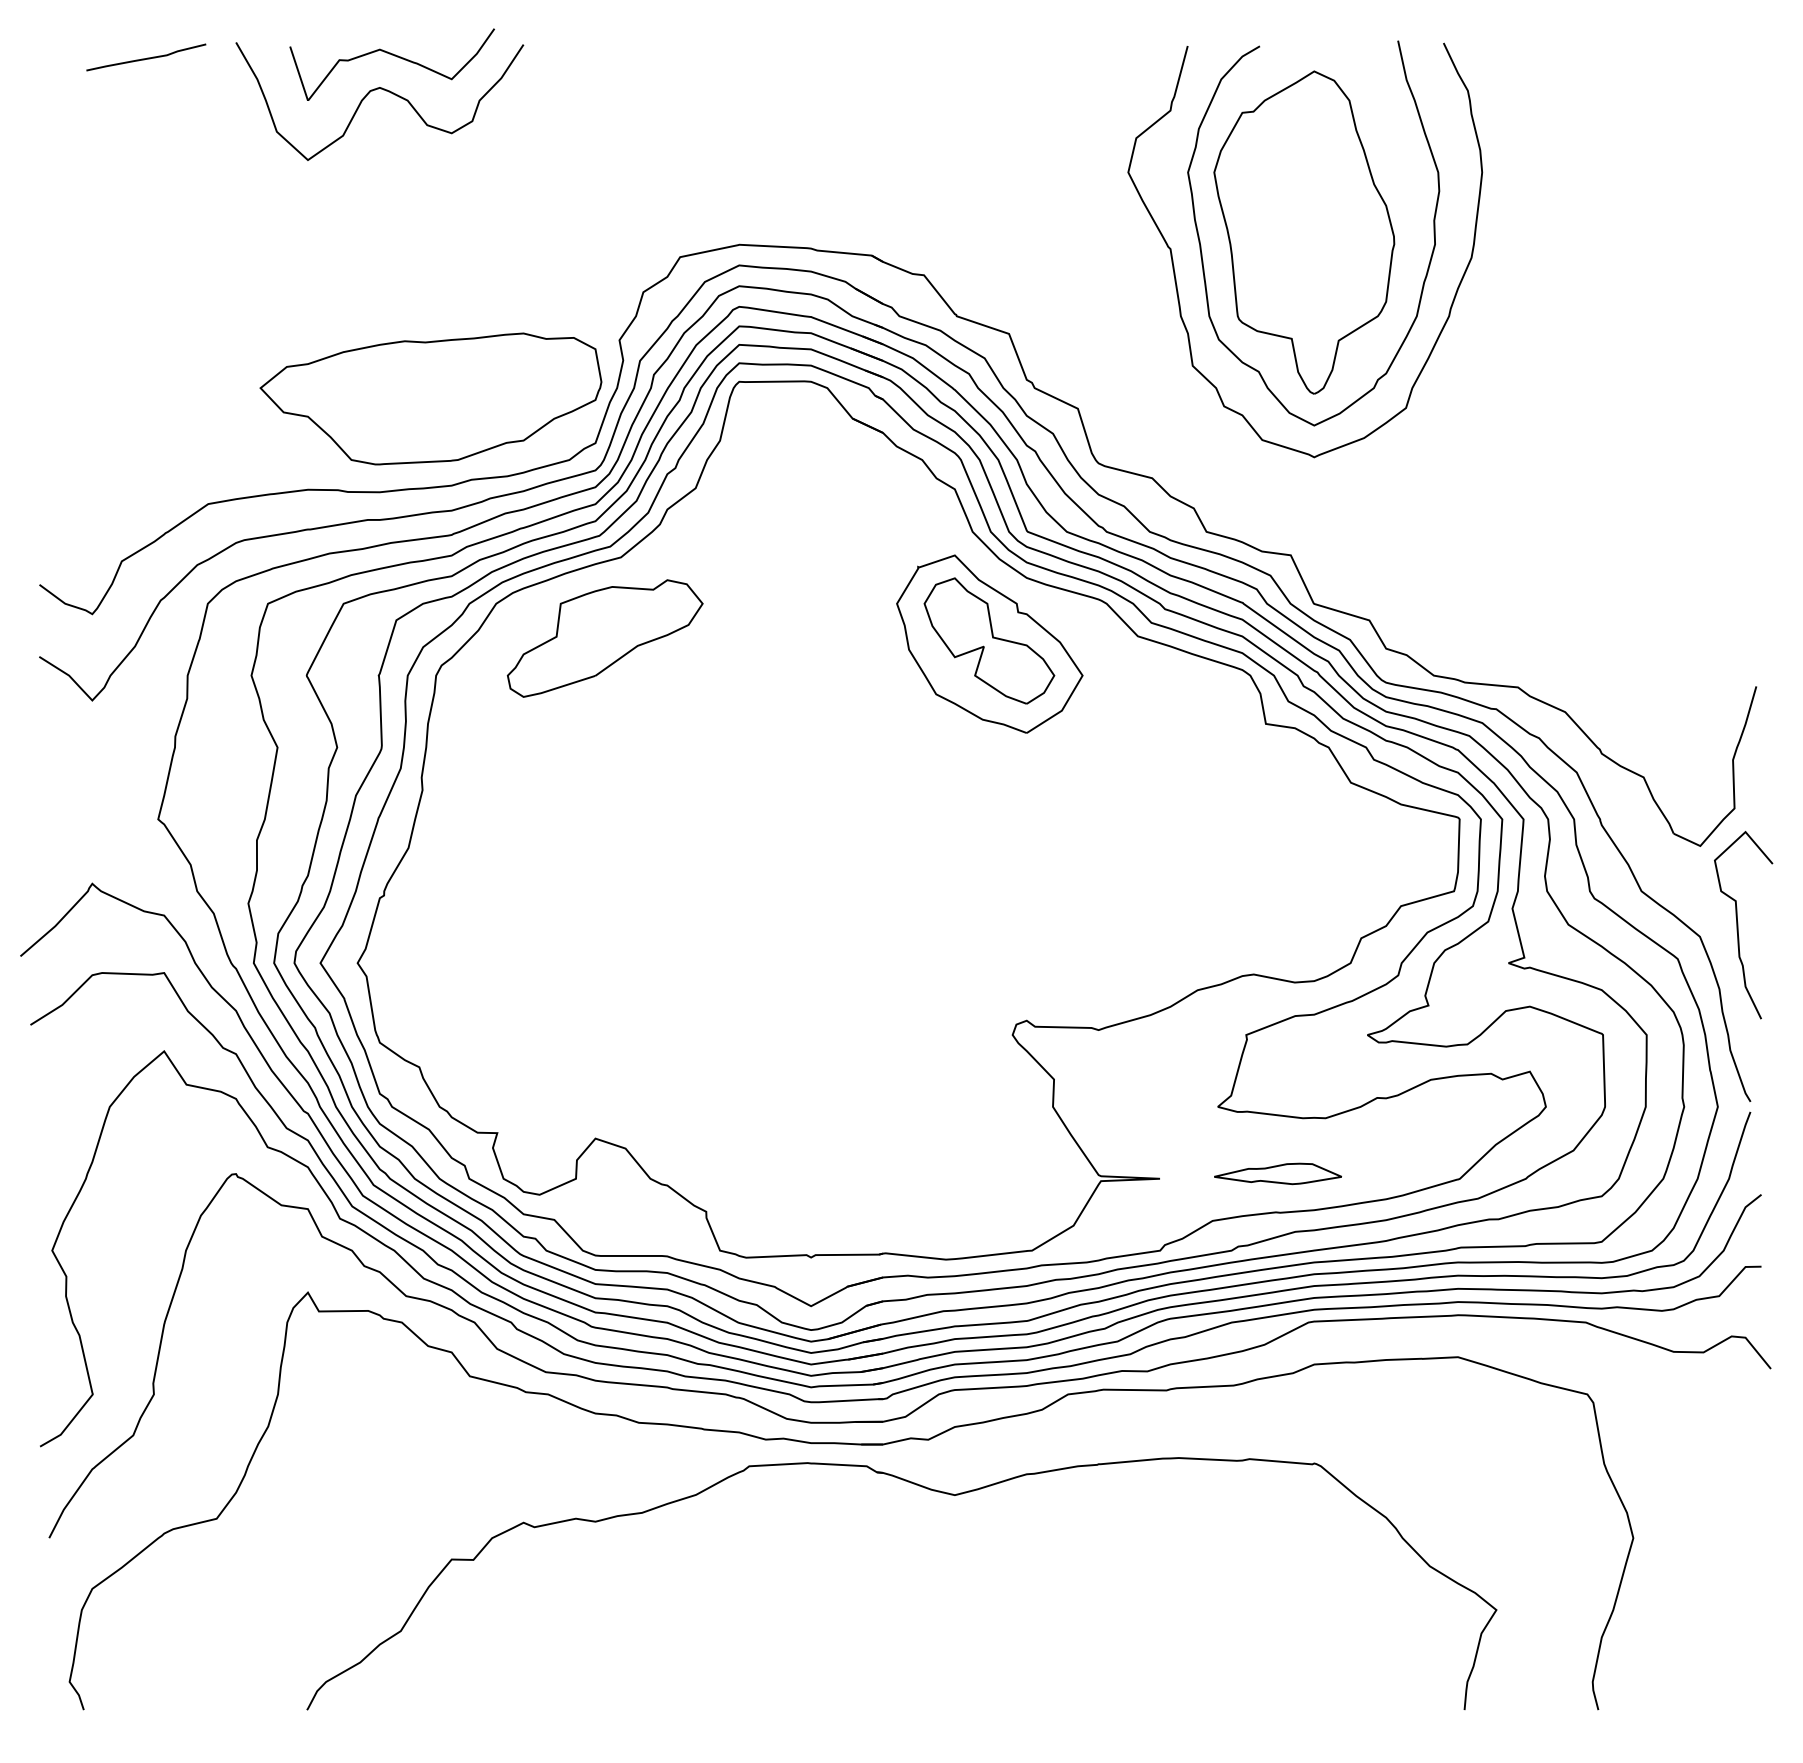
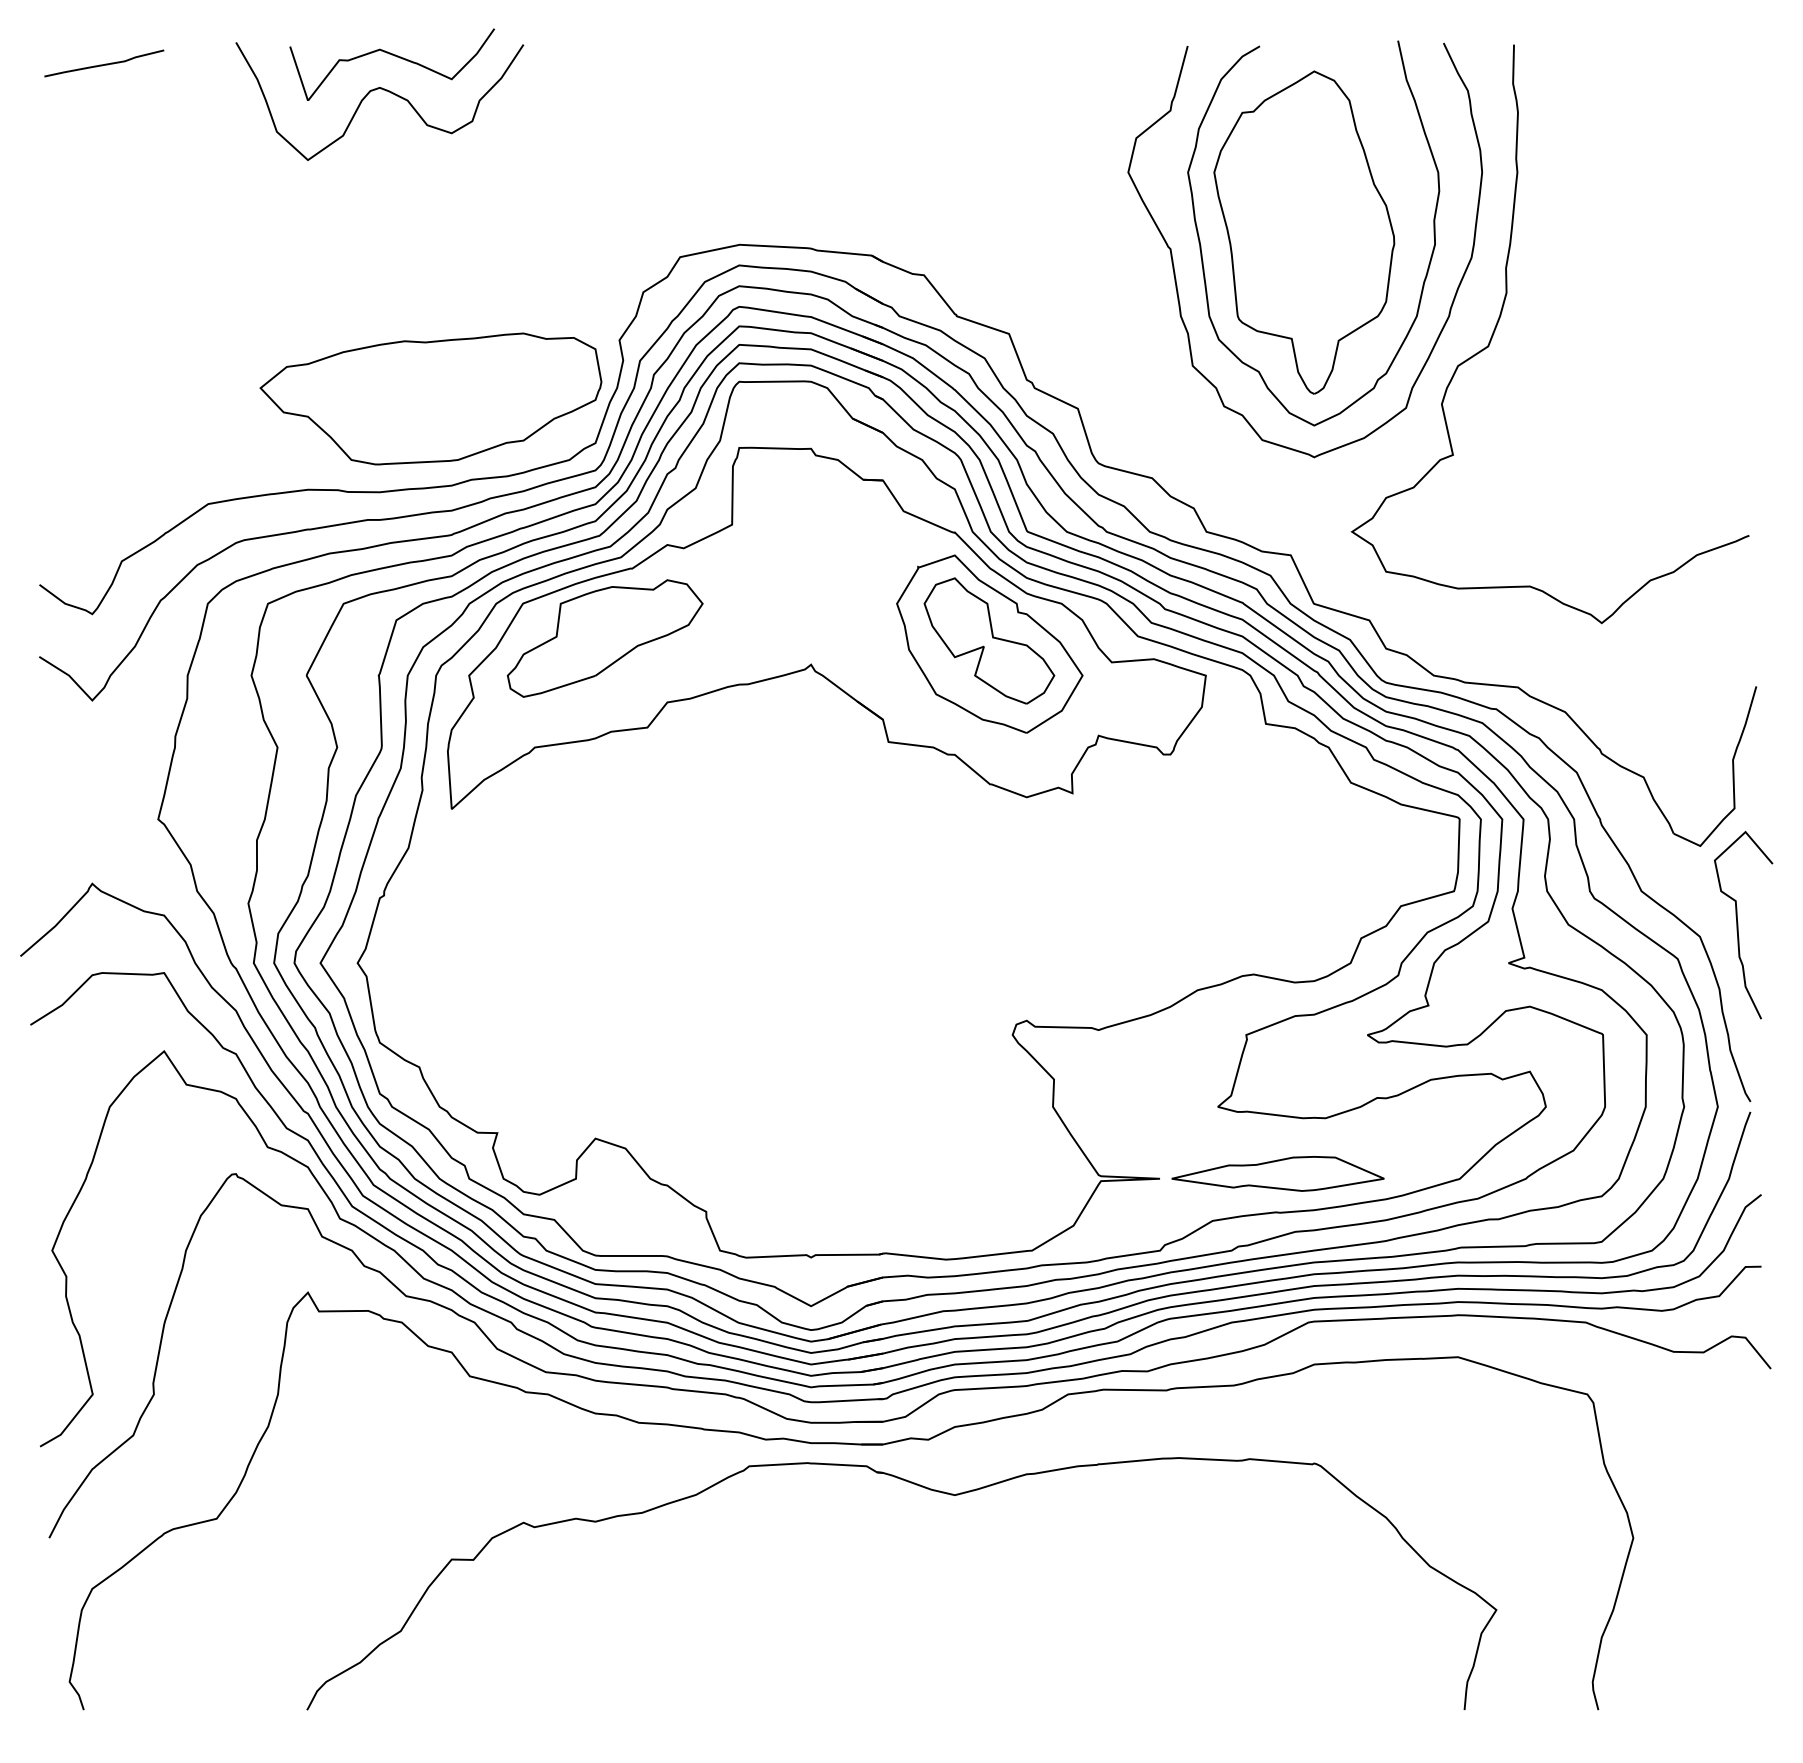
curve at (147, 57) position: (147, 57) -> (105, 63)
curve at (1500, 318): none -> present
part at (826, 627): none -> present
part at (1277, 1173) size: 128x24 px -> 214x36 px
